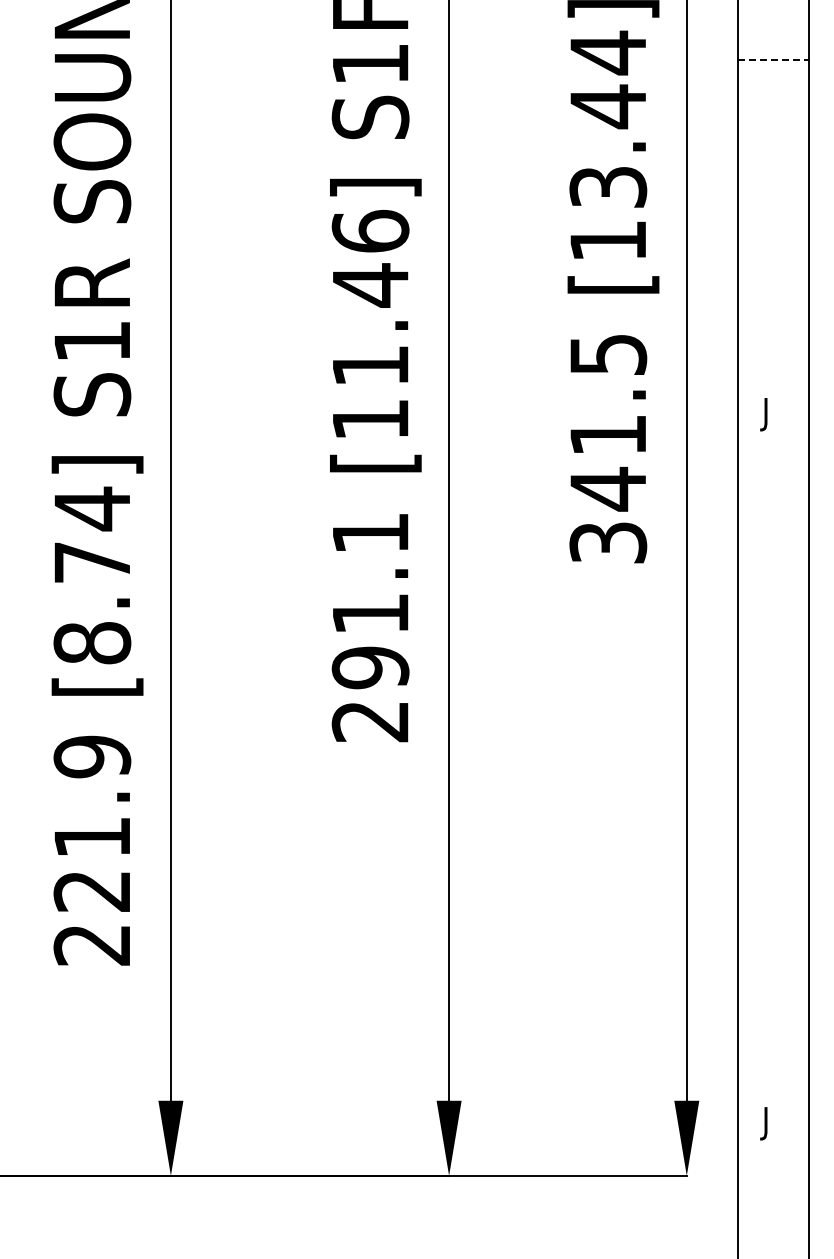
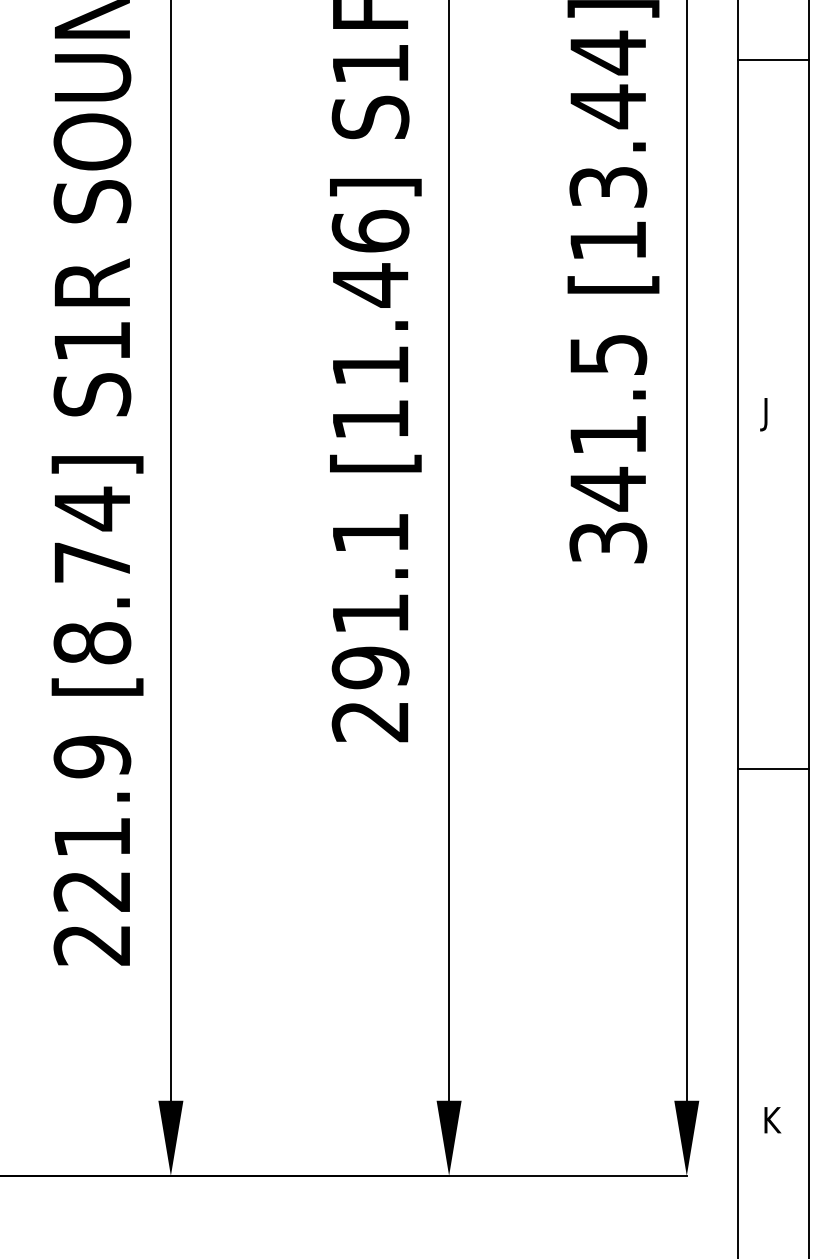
line at (773, 59): dashed -> solid
line at (772, 768): none -> present
text at (770, 1123): J -> K
